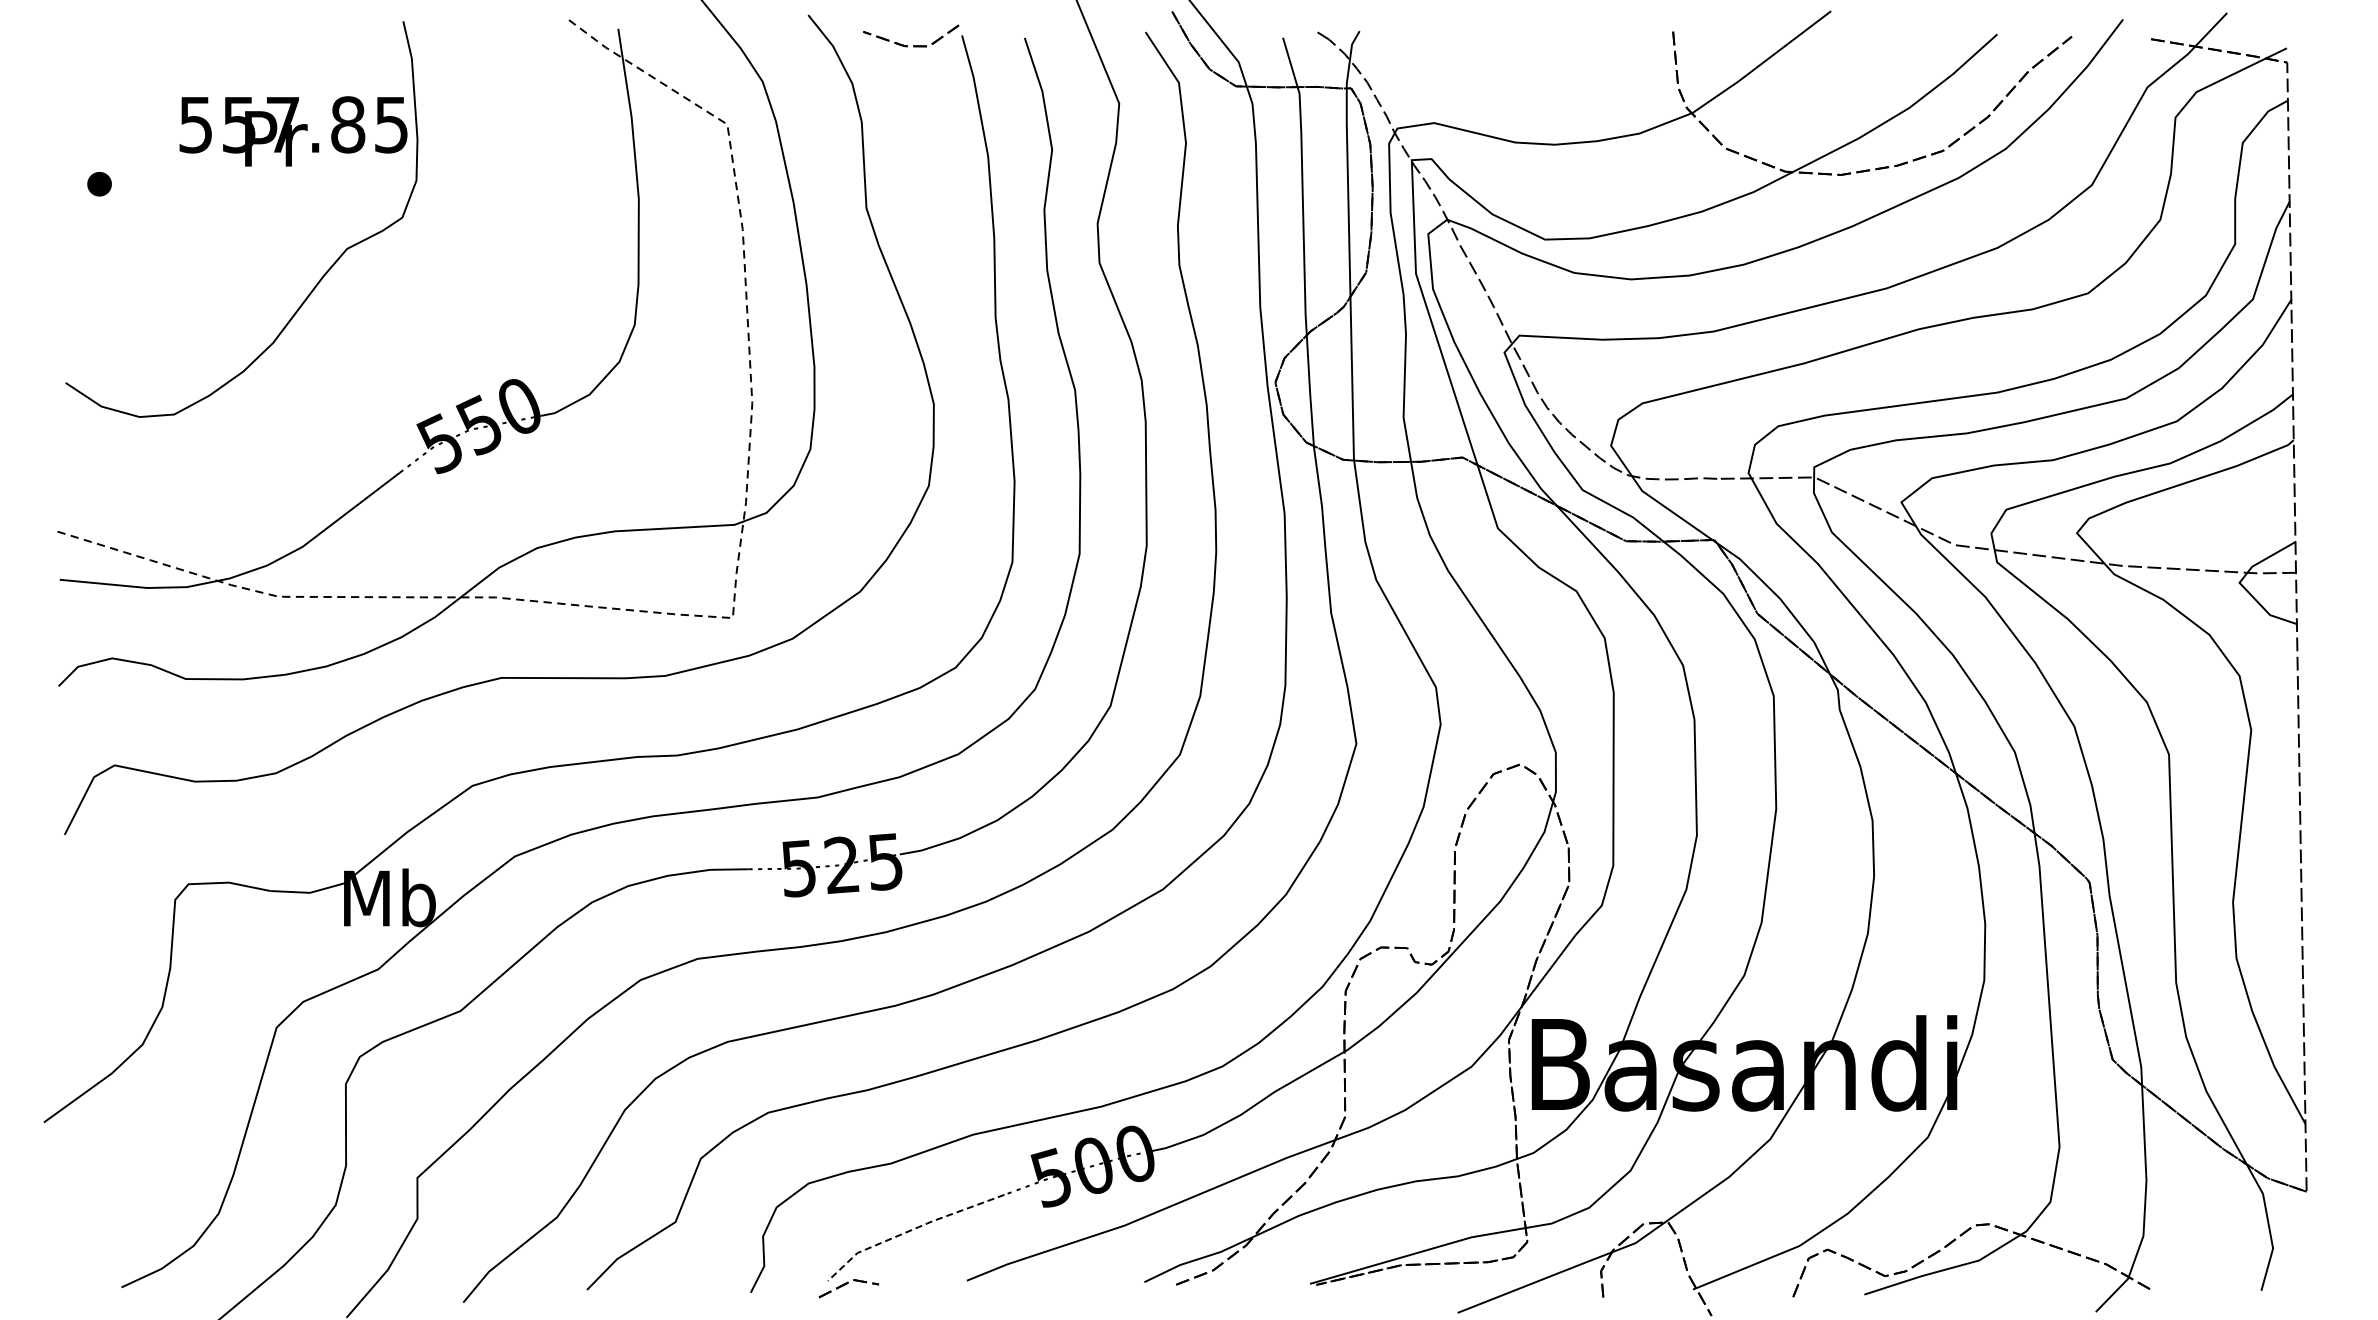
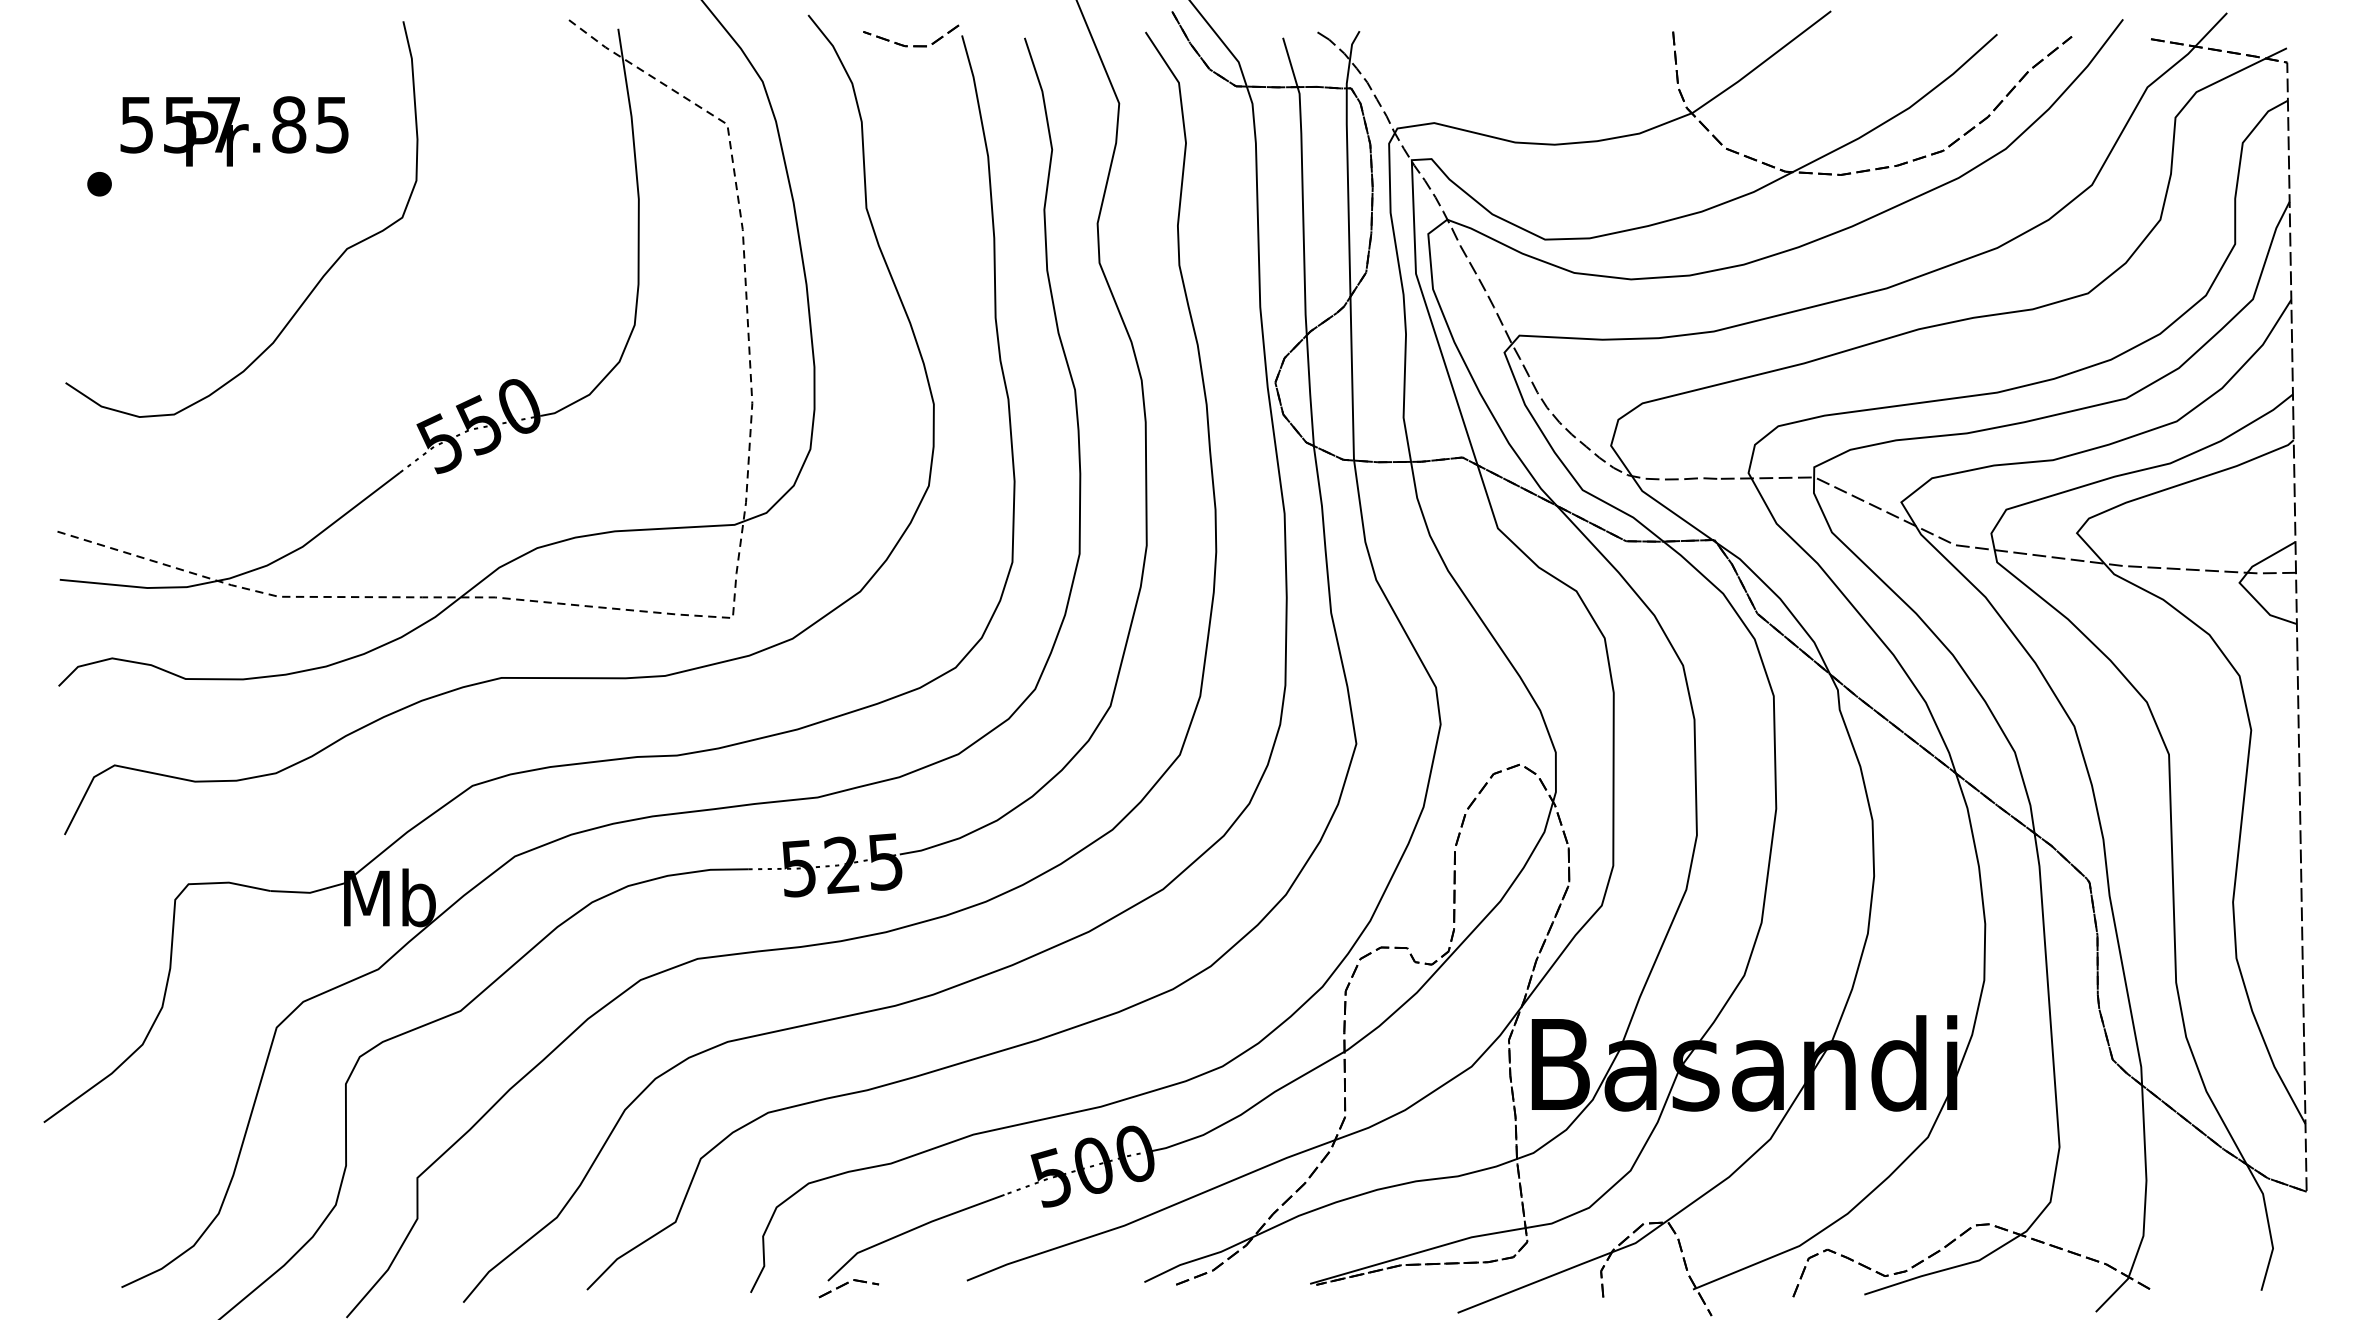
text at (293, 131) position: (293, 131) -> (234, 131)
line at (911, 1230): dashed -> solid
